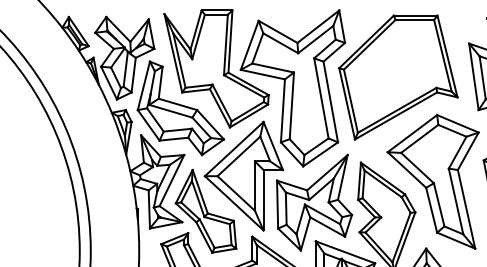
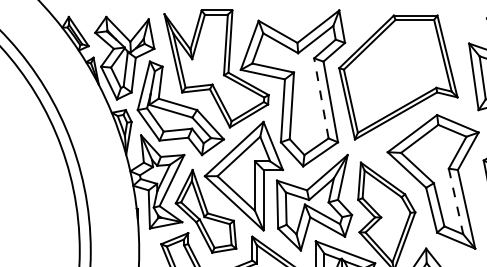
line at (321, 98): solid -> dashed
line at (456, 201): solid -> dashed
